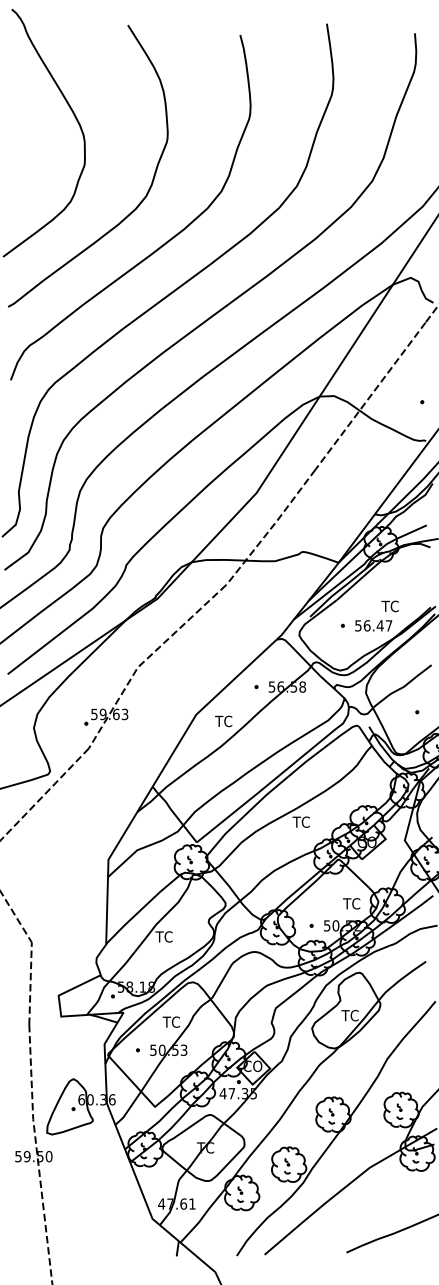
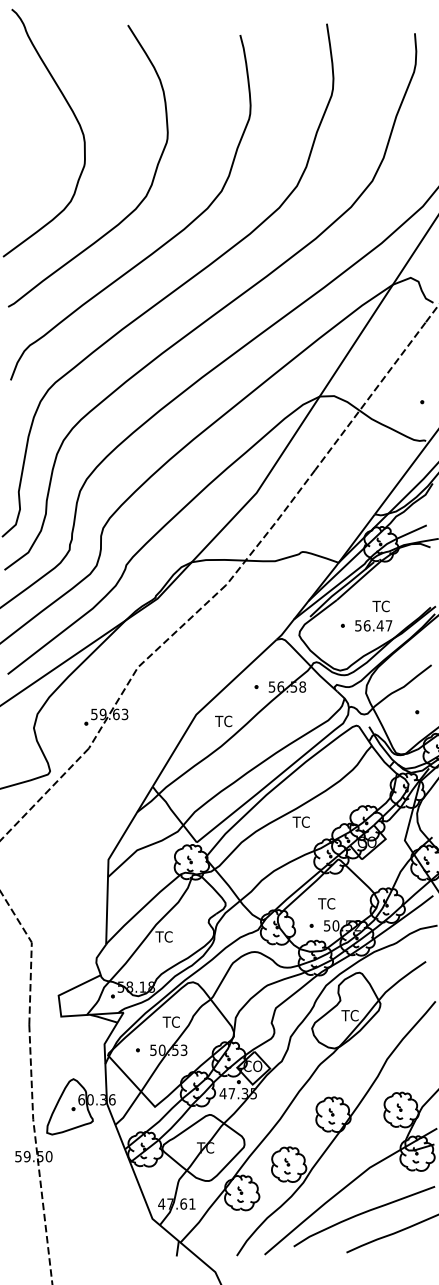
text at (389, 606) position: (389, 606) -> (380, 606)
text at (351, 903) position: (351, 903) -> (326, 903)
curve at (362, 1214): none -> present
